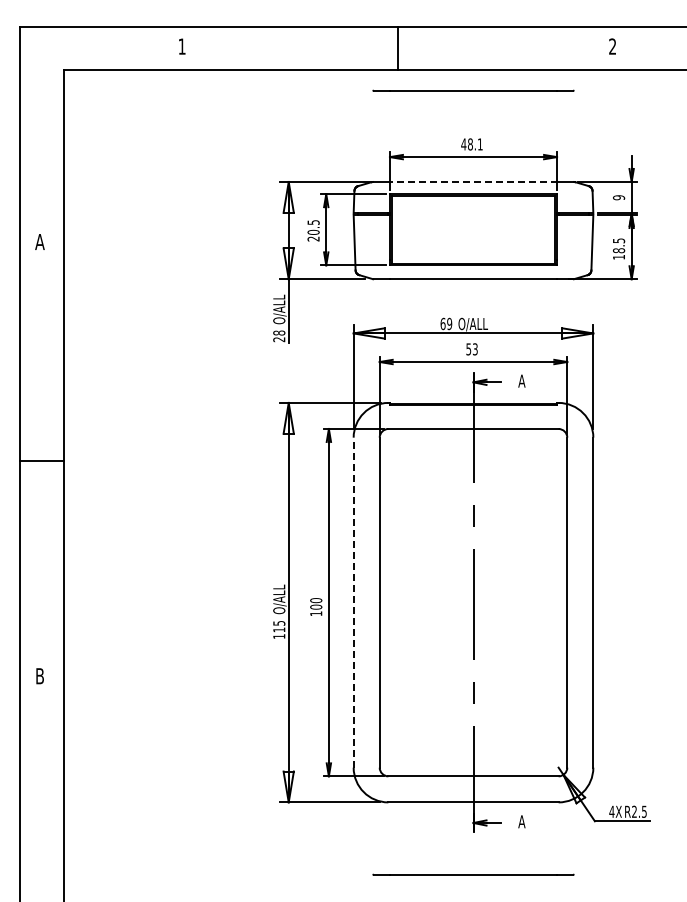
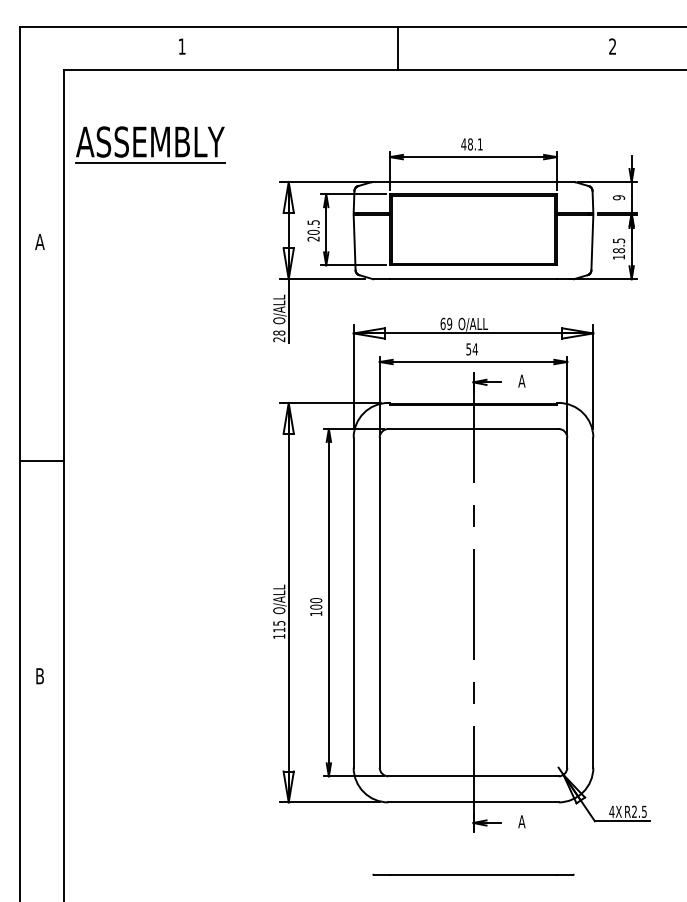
line at (473, 90): present -> none
part at (150, 144): none -> present
line at (473, 182): dashed -> solid
text at (474, 349): 53 -> 54
line at (353, 602): dashed -> solid
